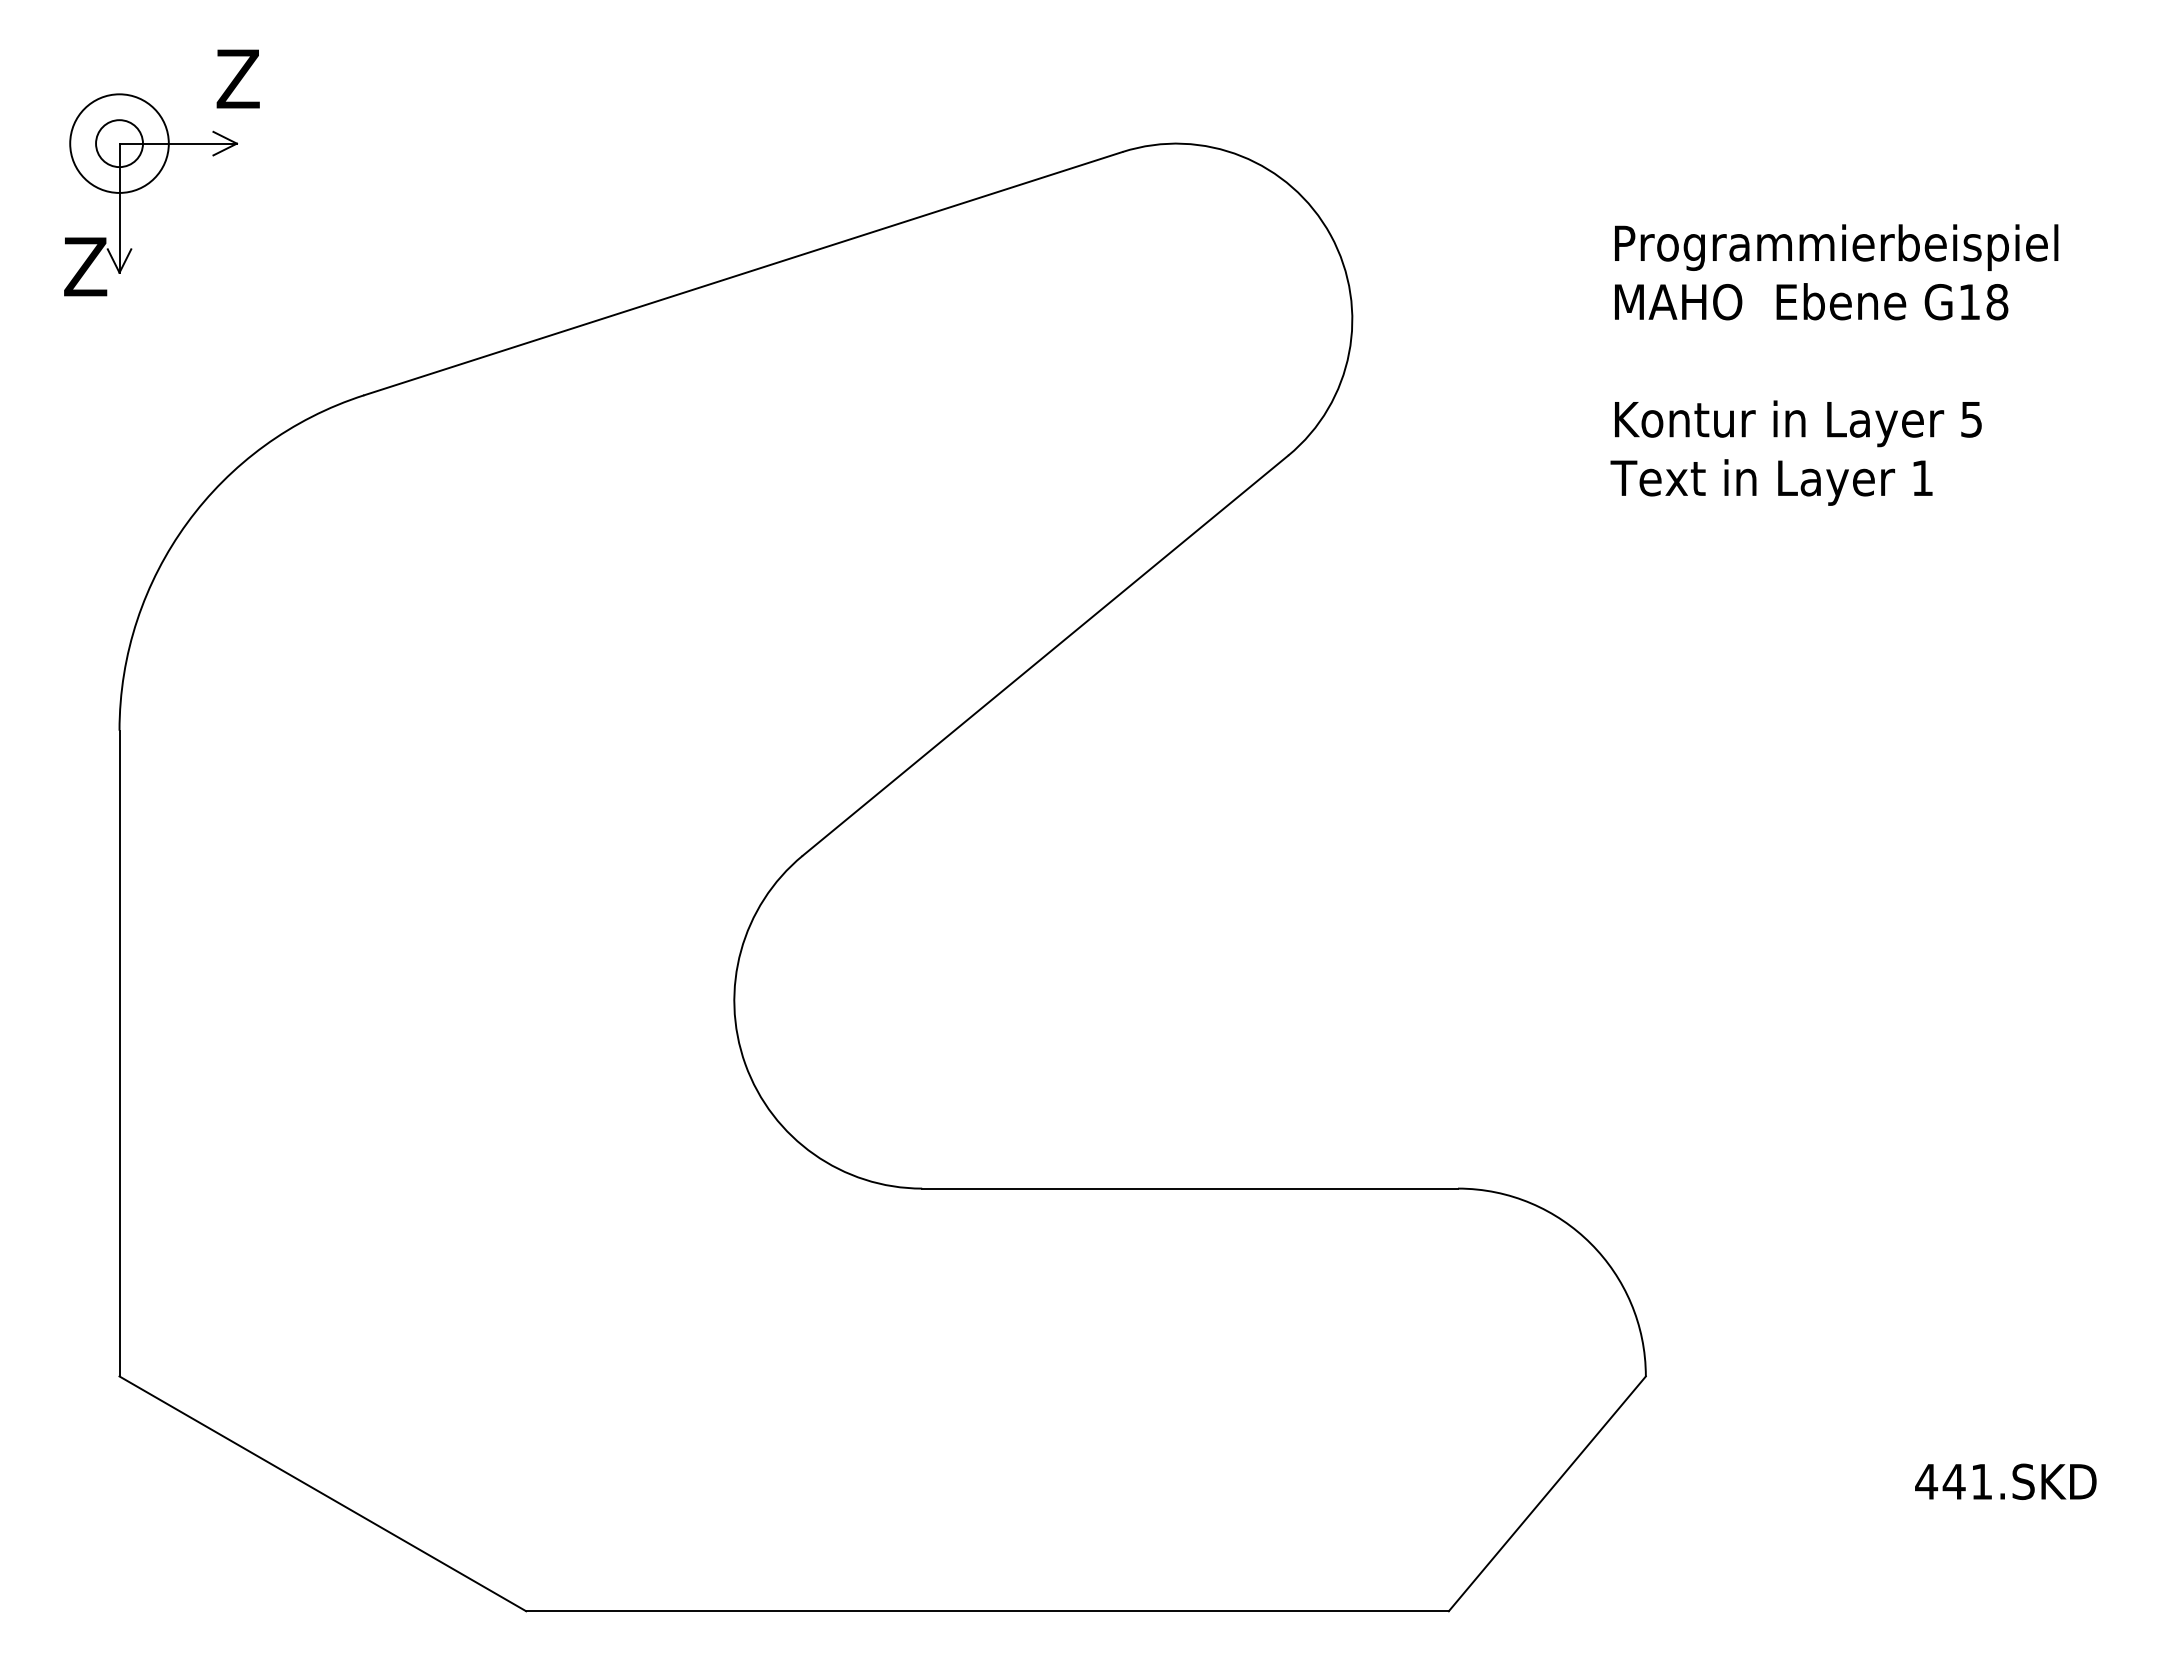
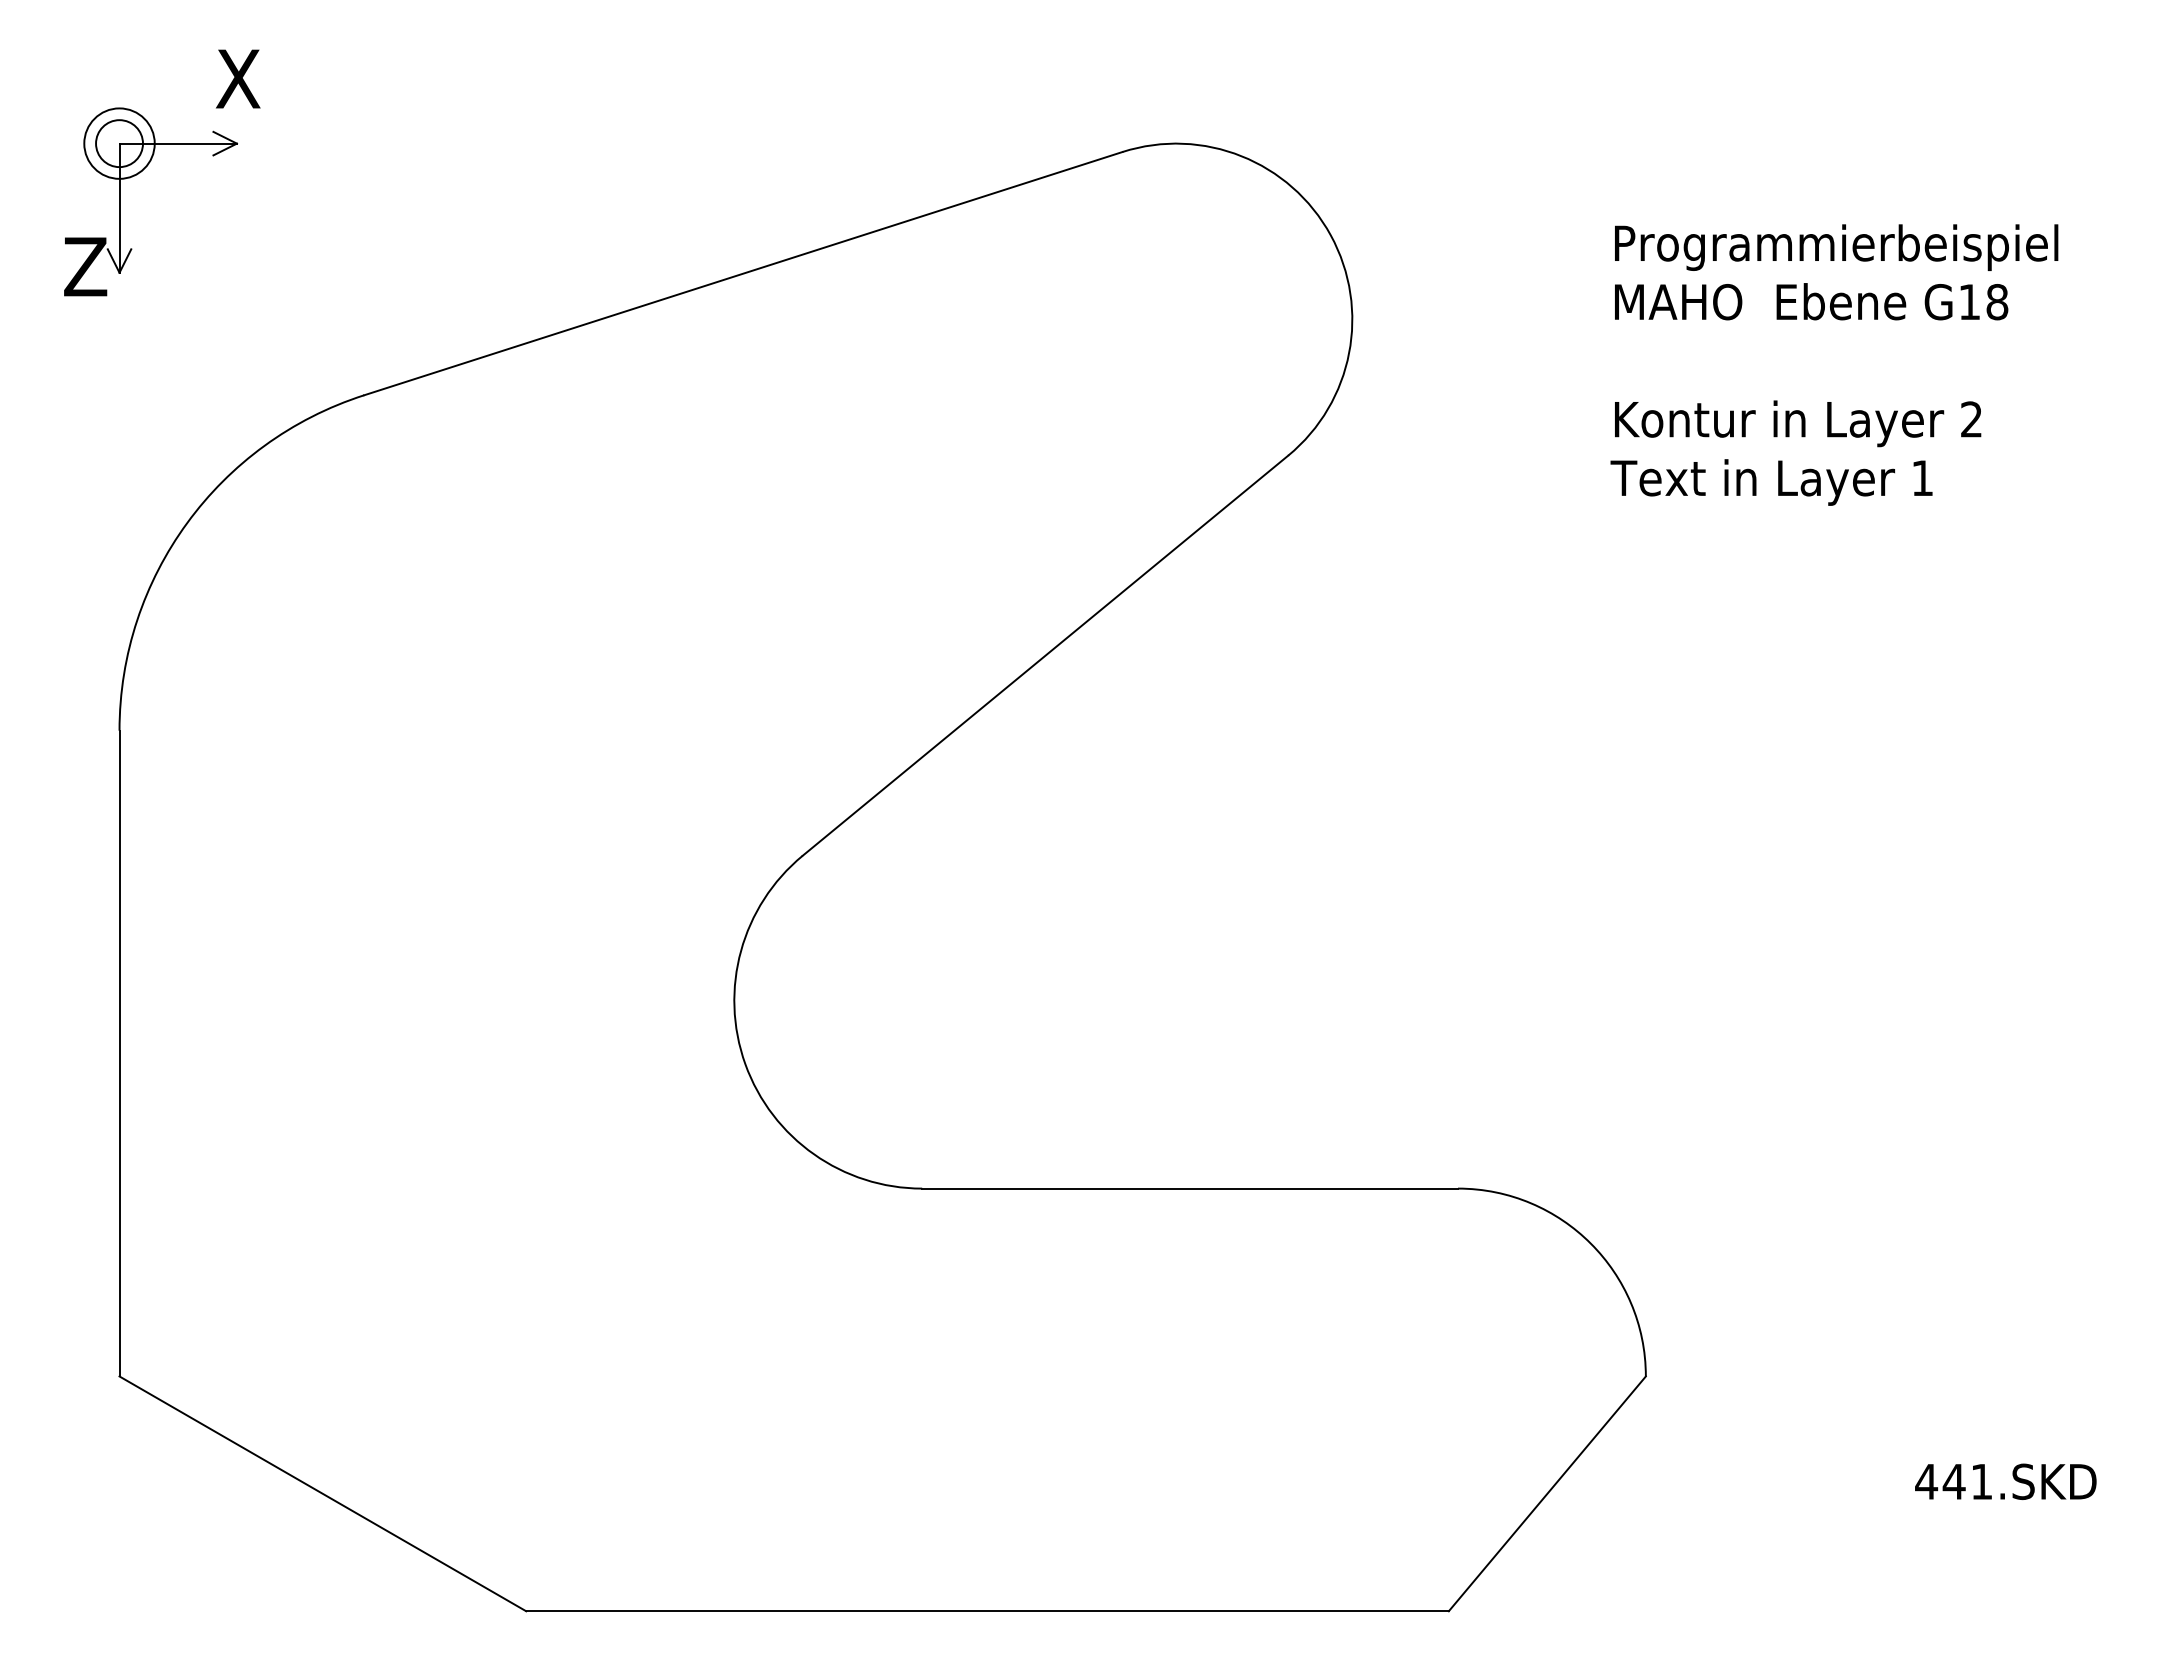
text at (237, 78): Z -> X
circle at (119, 143) diameter: 99 px -> 70 px
text at (1971, 419): 5 -> 2
